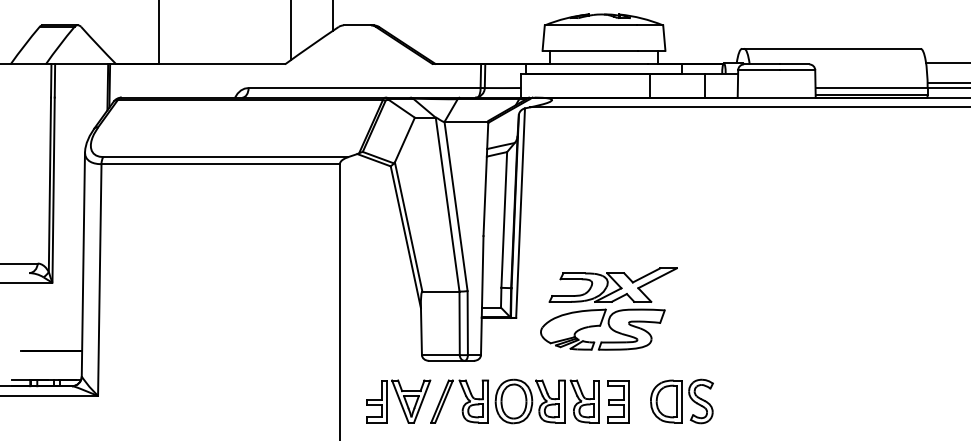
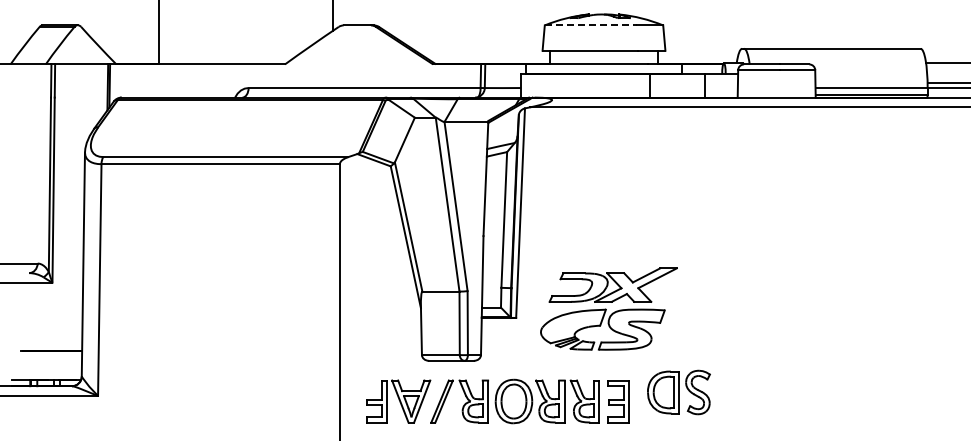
line at (591, 25): solid -> dashed
line at (290, 31): present -> none
part at (681, 401) position: (681, 401) -> (678, 392)
